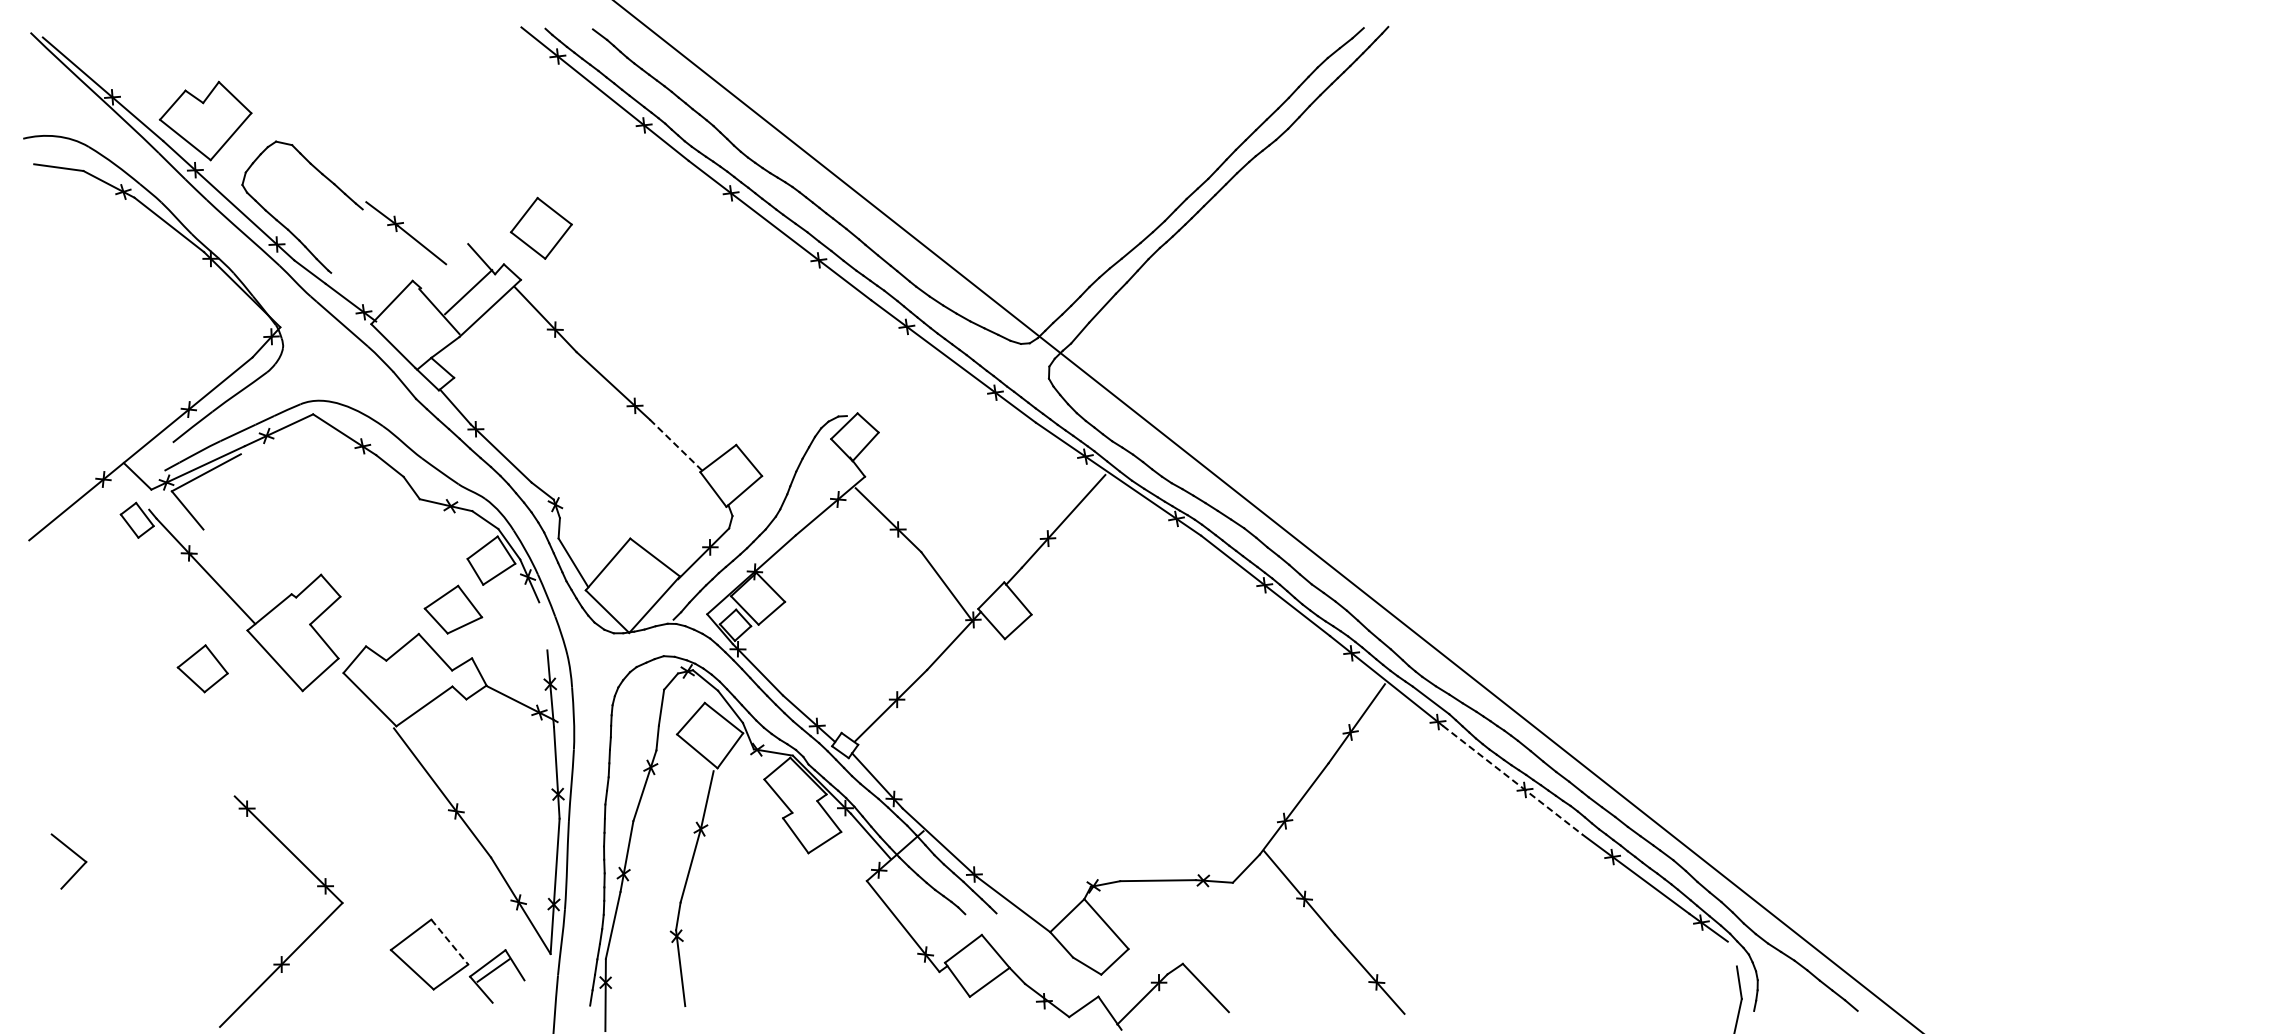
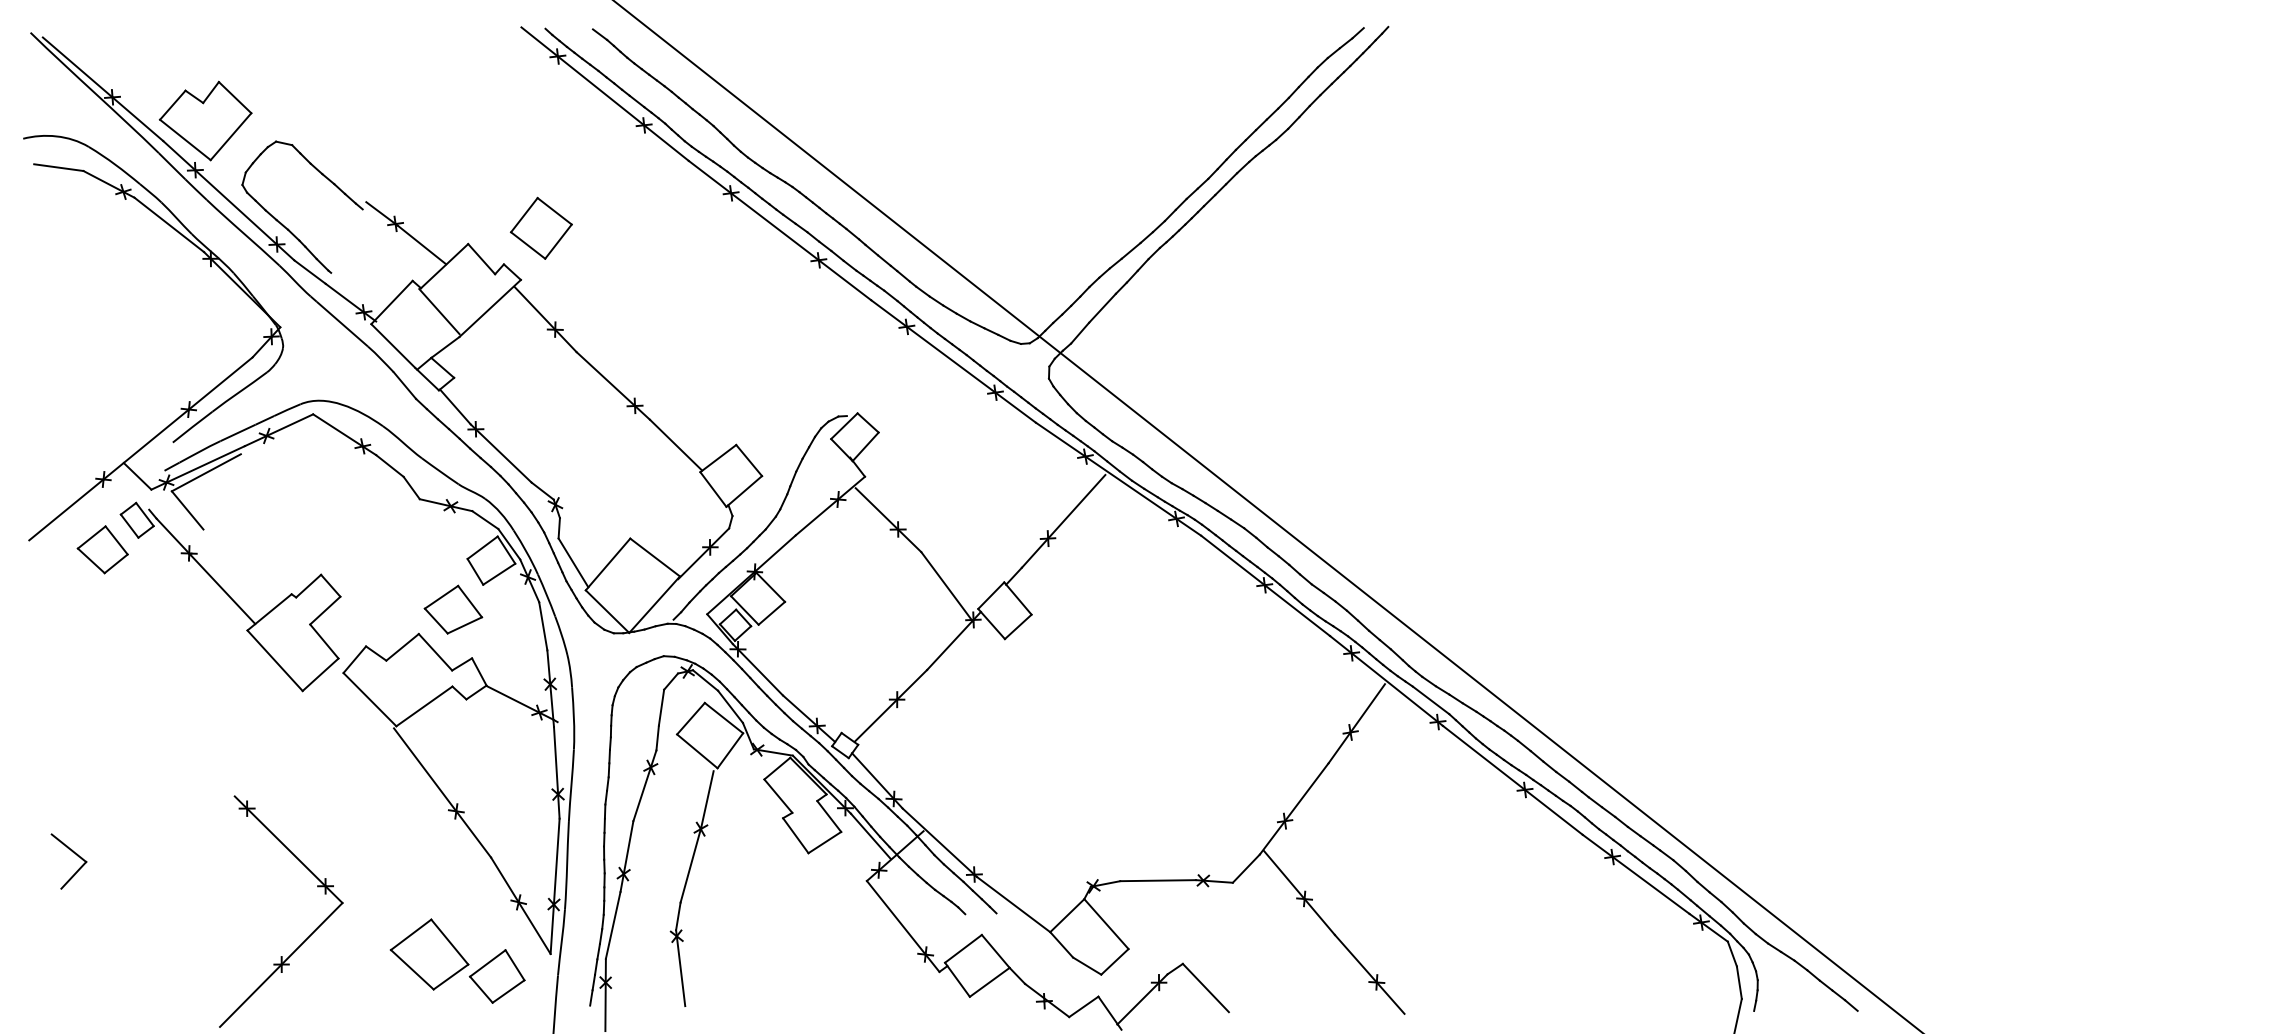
line at (468, 292) position: (468, 292) -> (444, 266)
line at (676, 445): dashed -> solid
line at (543, 626): none -> present
part at (202, 668) position: (202, 668) -> (102, 549)
line at (1512, 780): dashed -> solid
line at (450, 942): dashed -> solid
line at (1731, 953): none -> present
line at (493, 970) position: (493, 970) -> (508, 991)
